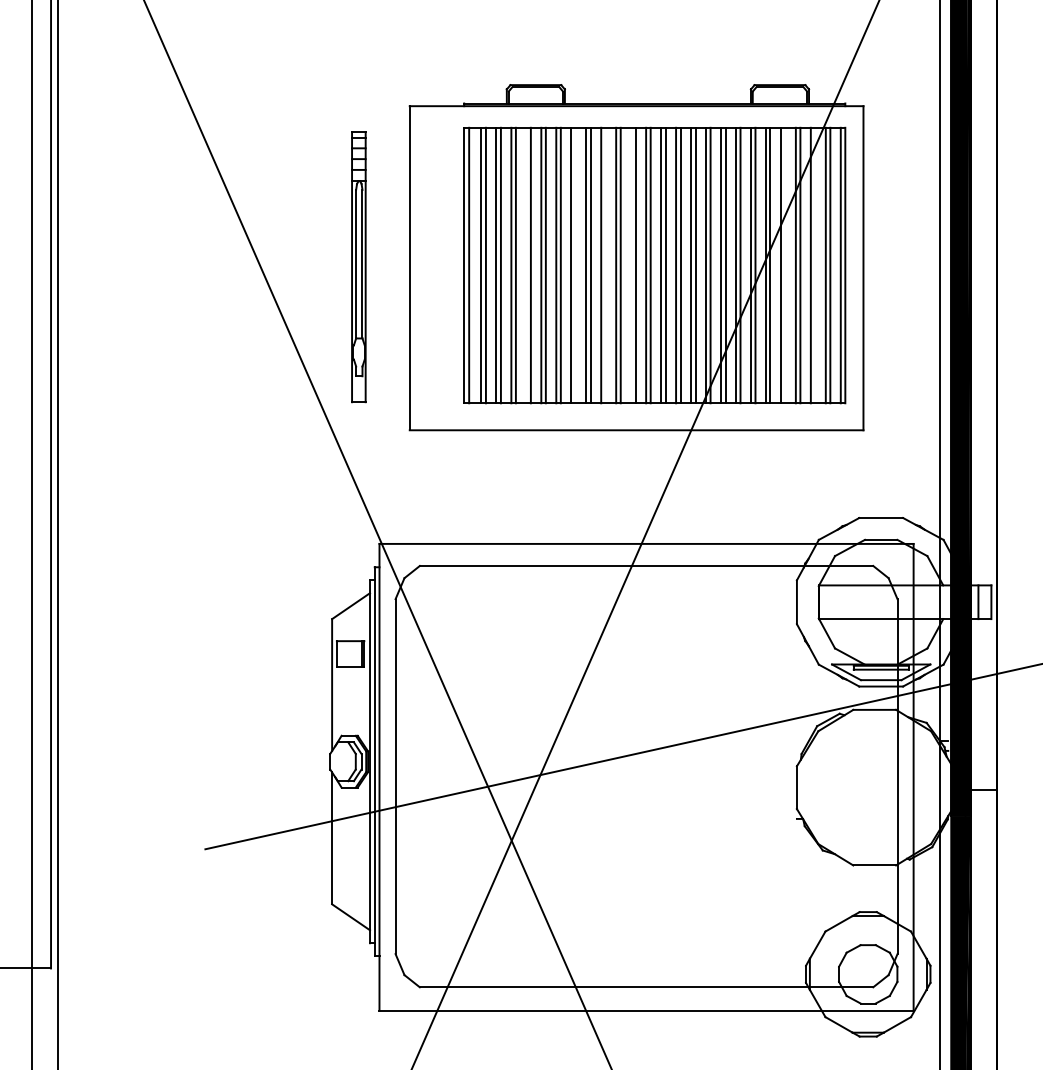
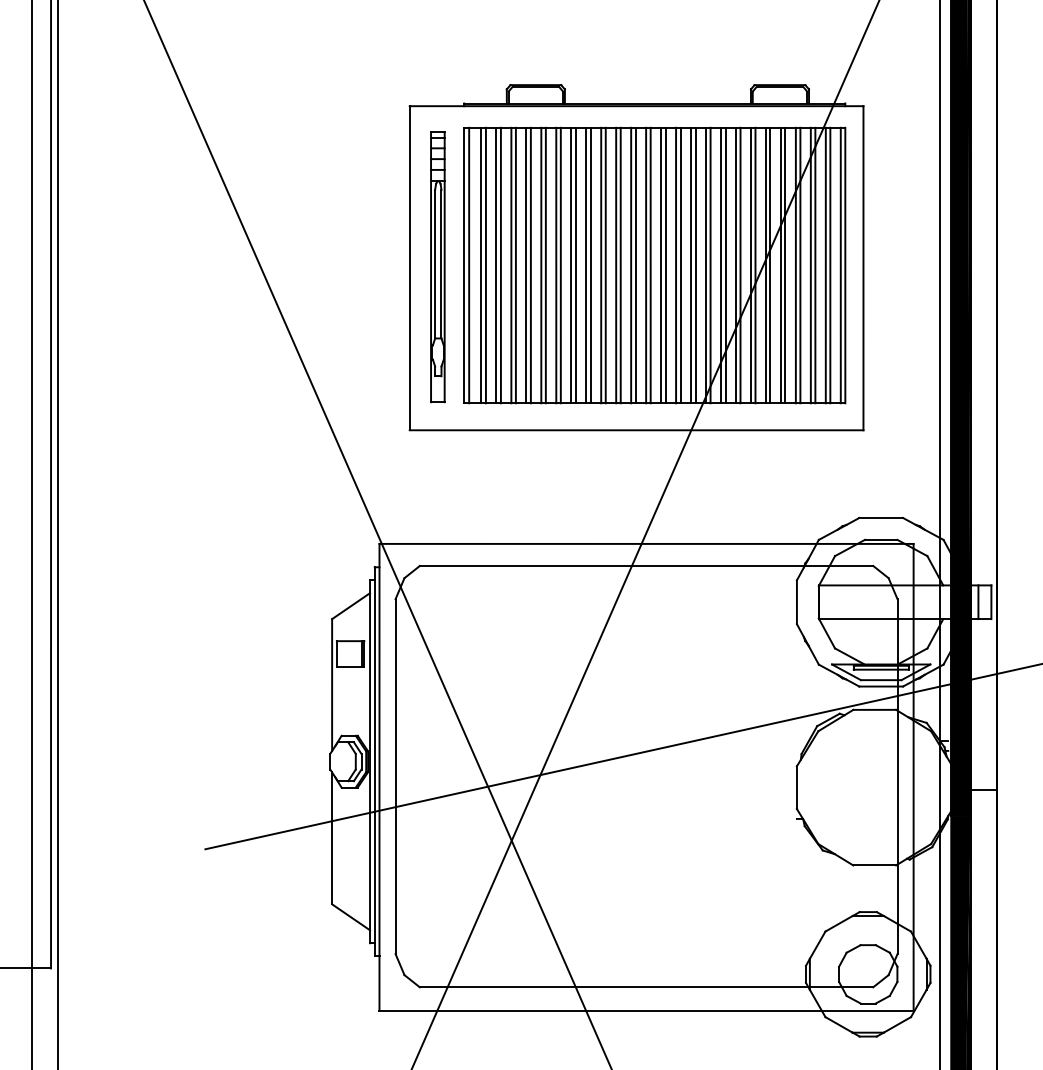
line at (526, 265): none -> present
line at (575, 265): none -> present
line at (605, 265): none -> present
line at (631, 265): none -> present
line at (785, 265): none -> present
line at (815, 265): none -> present
part at (358, 267) position: (358, 267) -> (437, 267)
